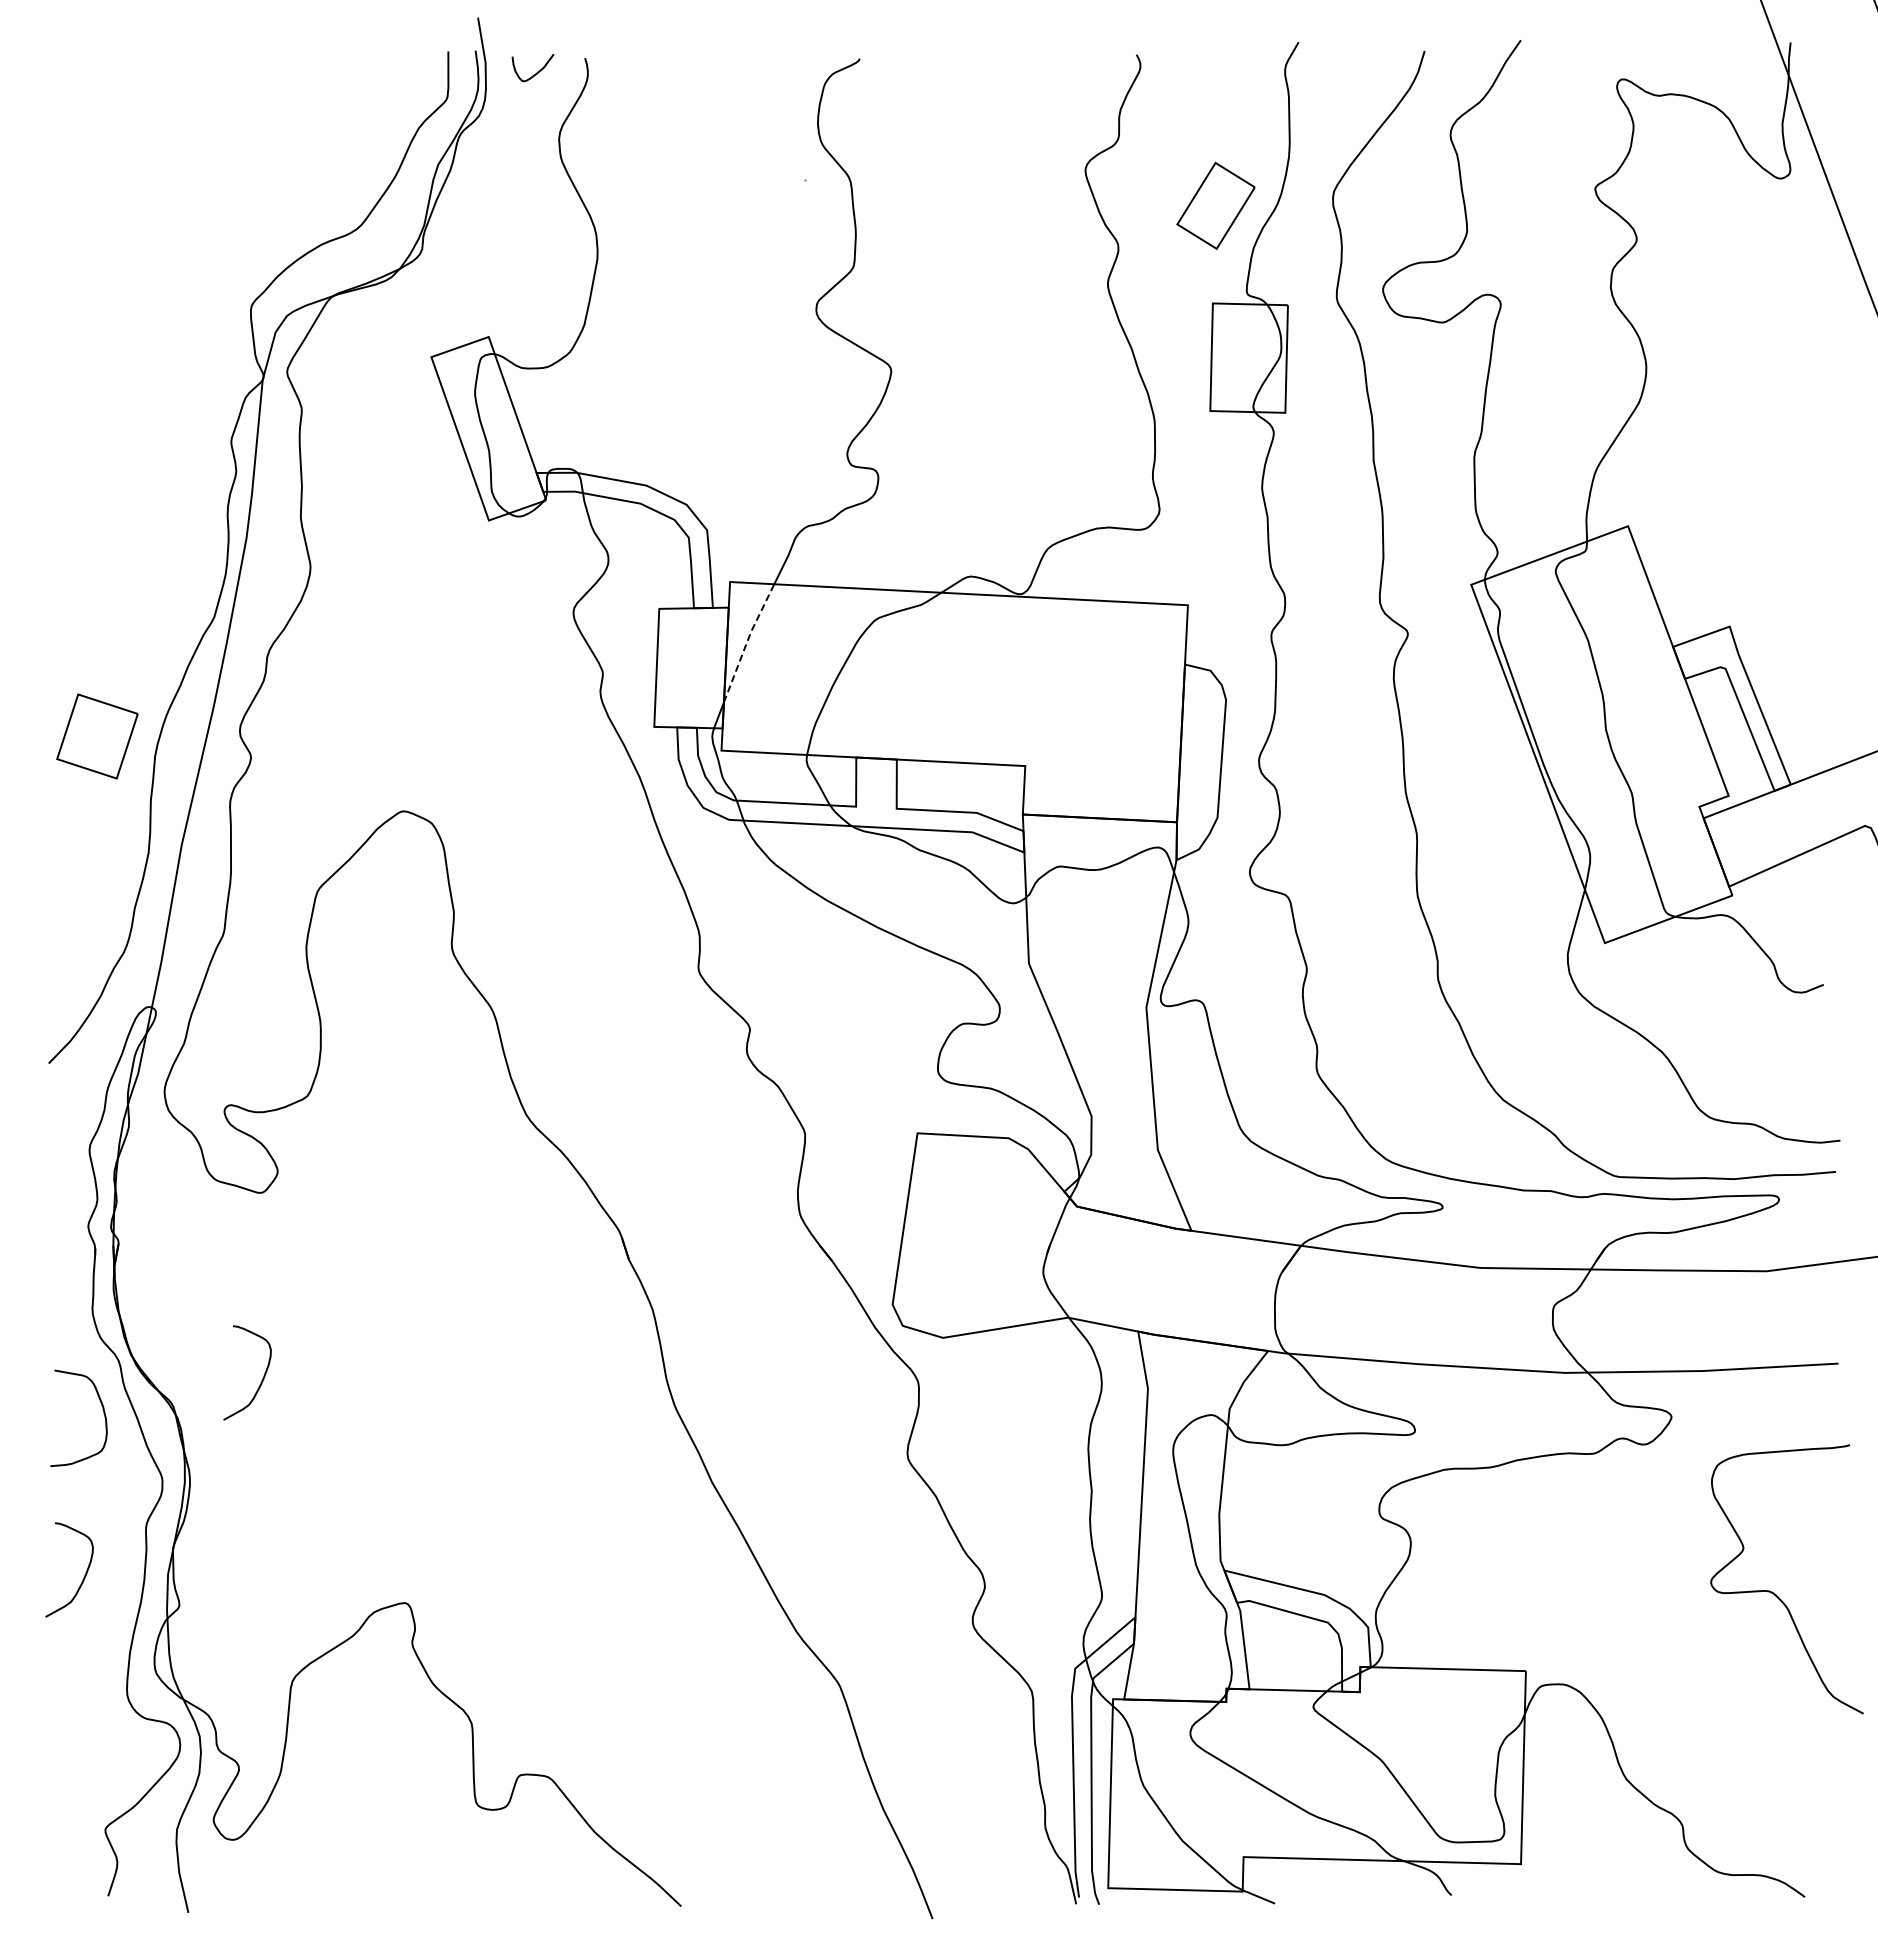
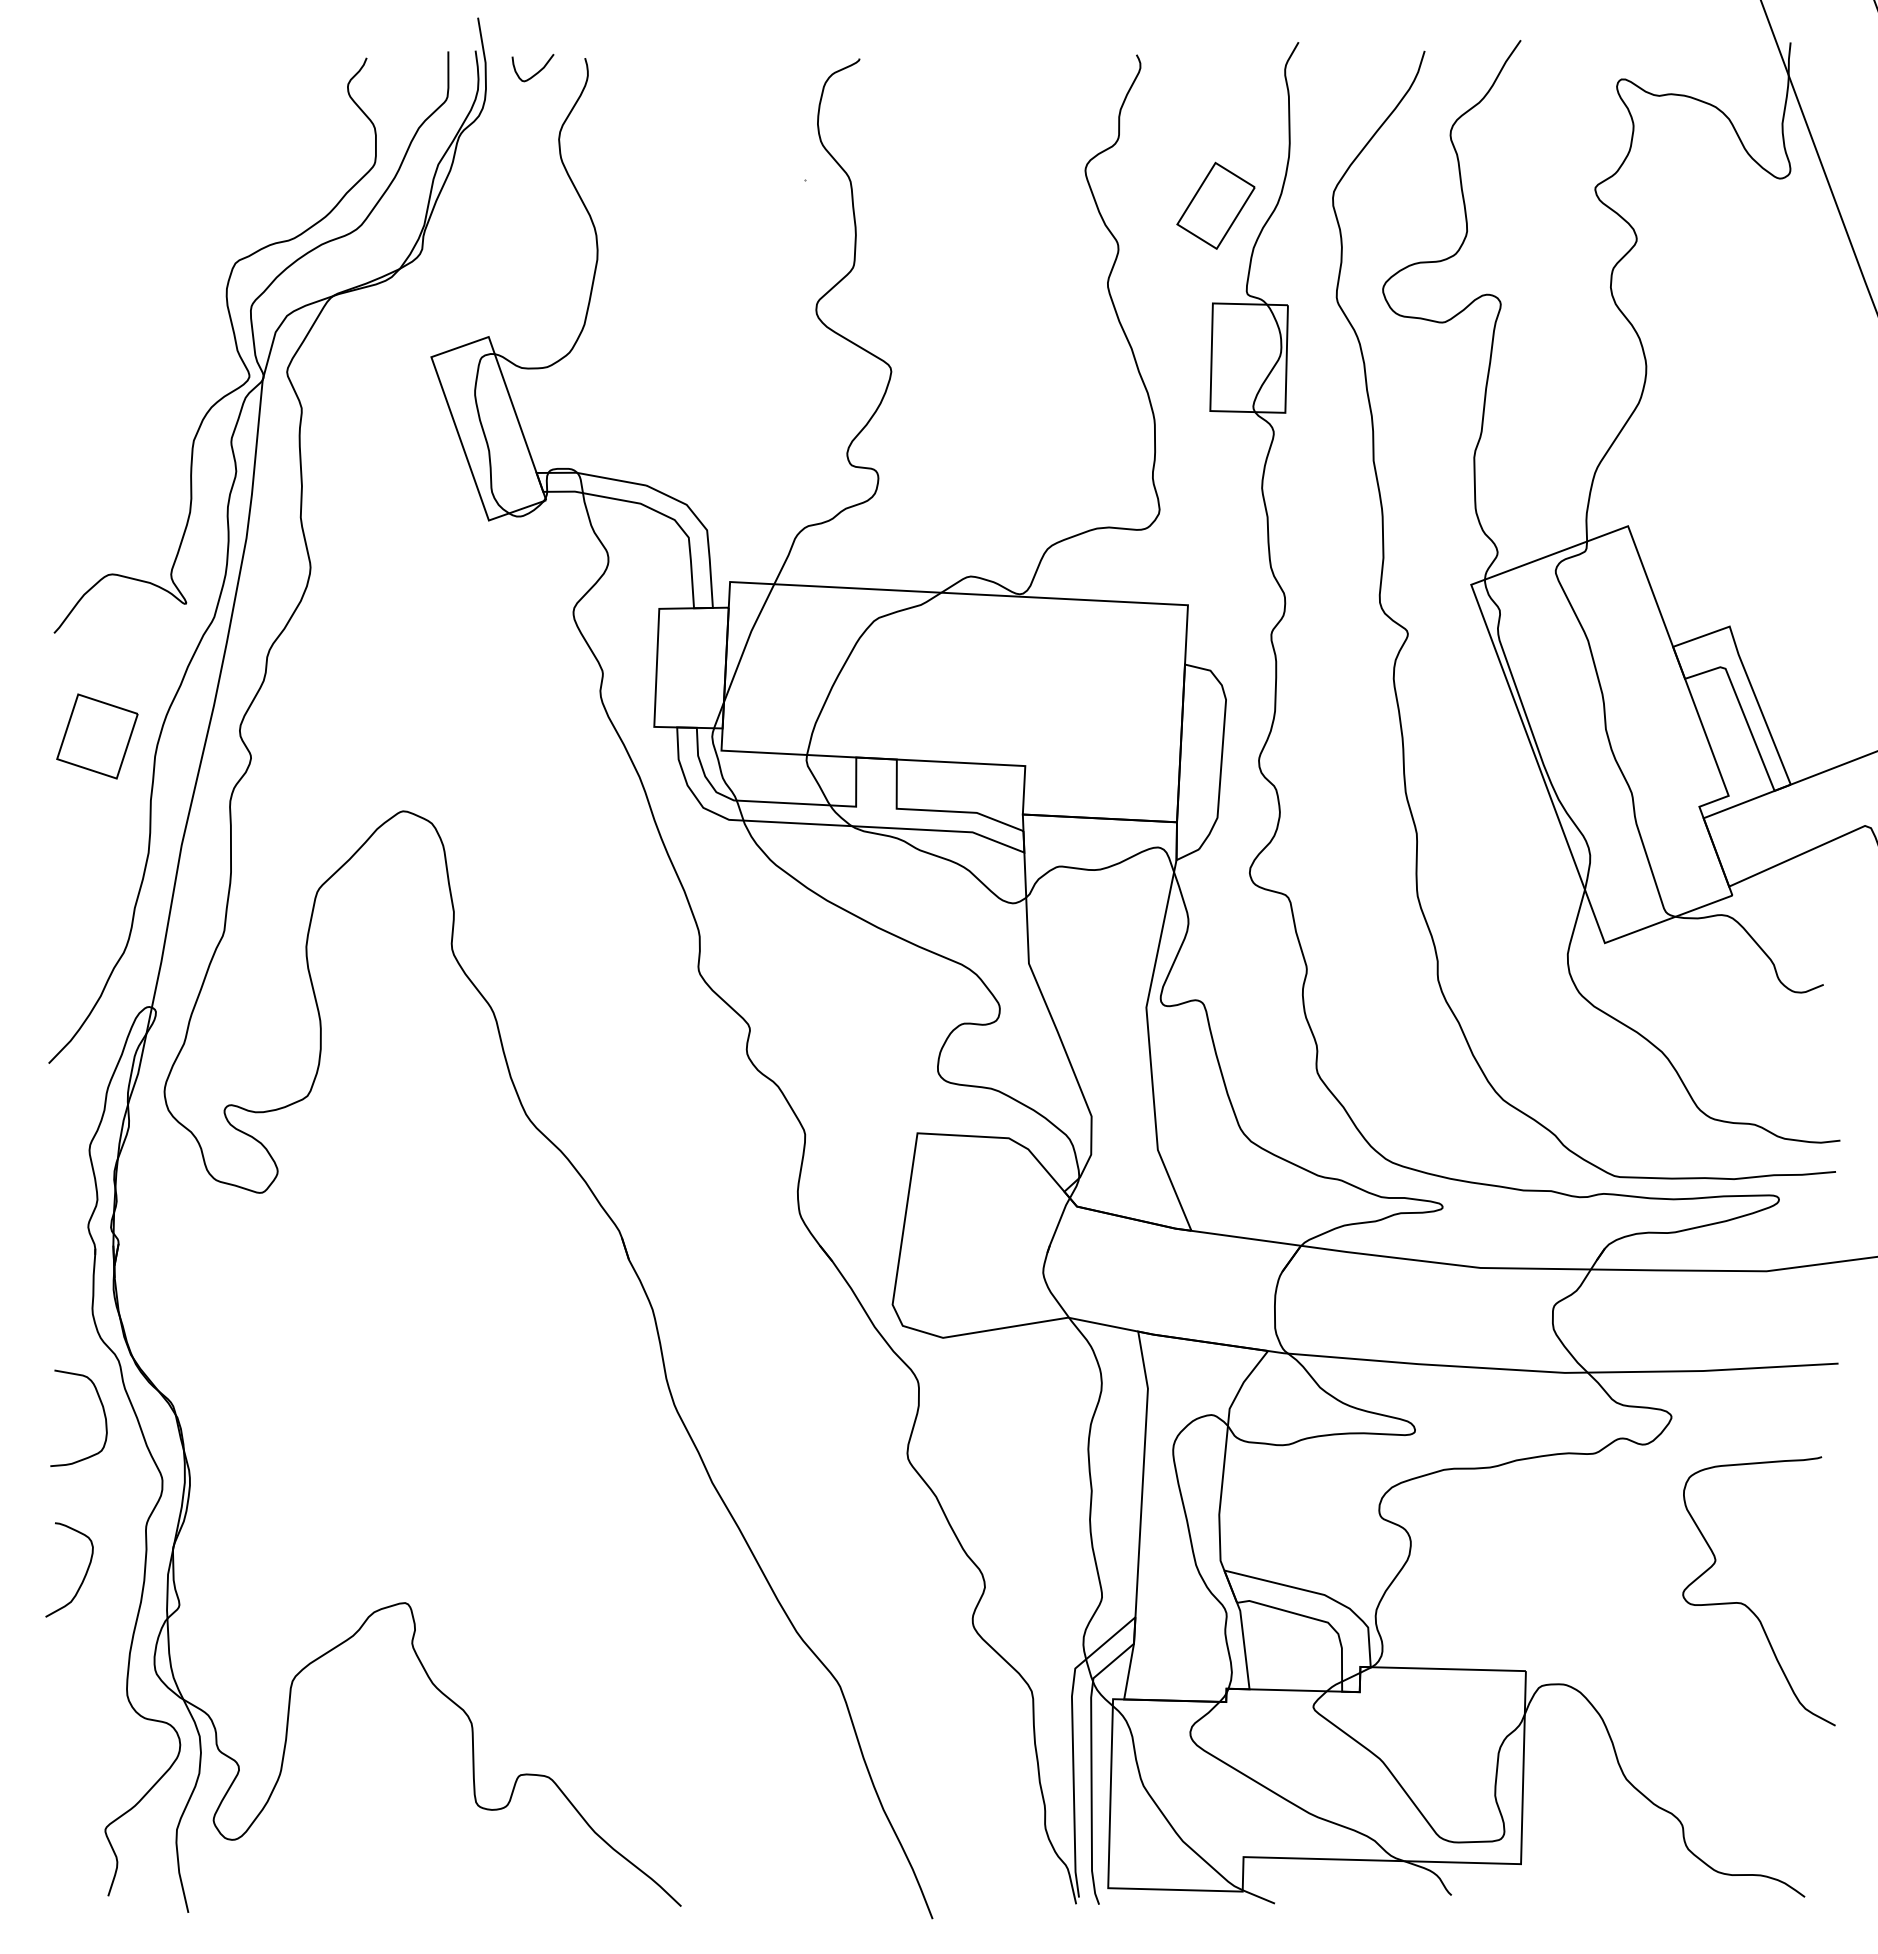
curve at (234, 341): none -> present
line at (747, 641): dashed -> solid
curve at (261, 1380): present -> none
curve at (1775, 1593) position: (1775, 1593) -> (1747, 1605)
